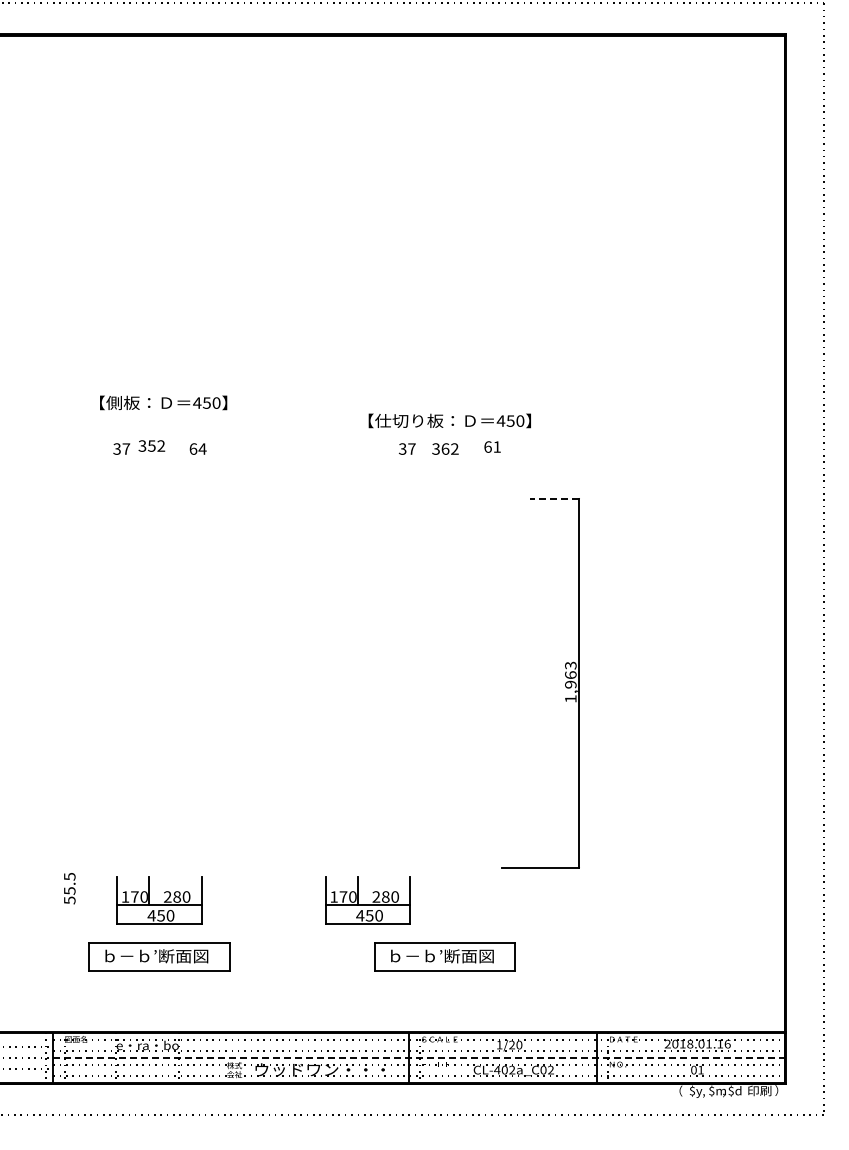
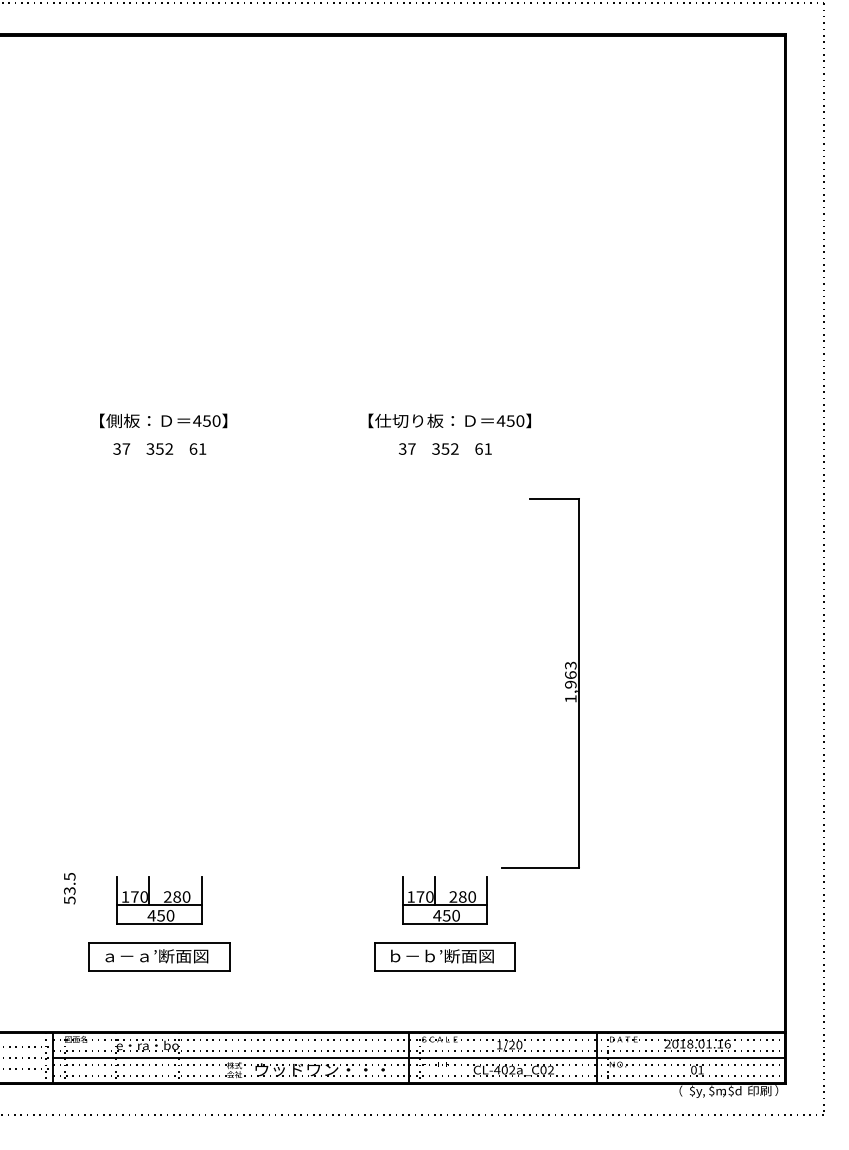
text at (163, 402) position: (163, 402) -> (163, 420)
text at (151, 445) position: (151, 445) -> (159, 448)
text at (492, 446) position: (492, 446) -> (483, 448)
text at (202, 448): 64 -> 61
text at (445, 448): 362 -> 352
line at (554, 498): dashed -> solid
text at (69, 890): 55.5 -> 53.5
part at (367, 900) position: (367, 900) -> (444, 900)
text at (127, 955): ｂ－ｂ’断面図 -> ａ－ａ’断面図
line at (419, 1057): dashed -> solid
